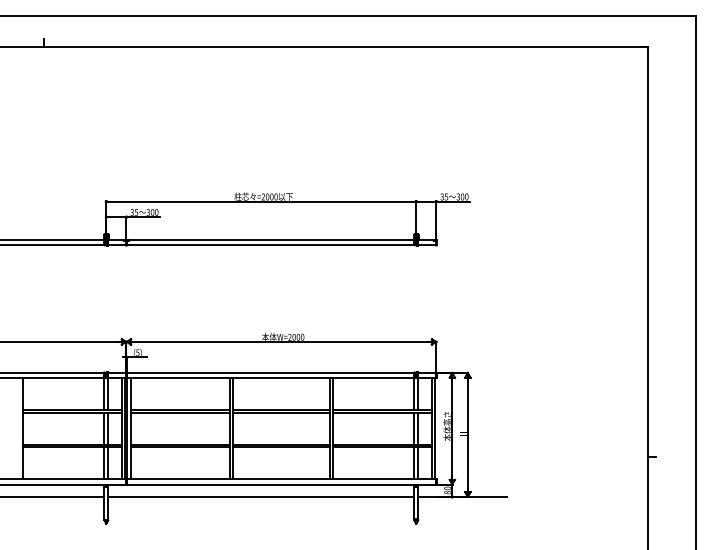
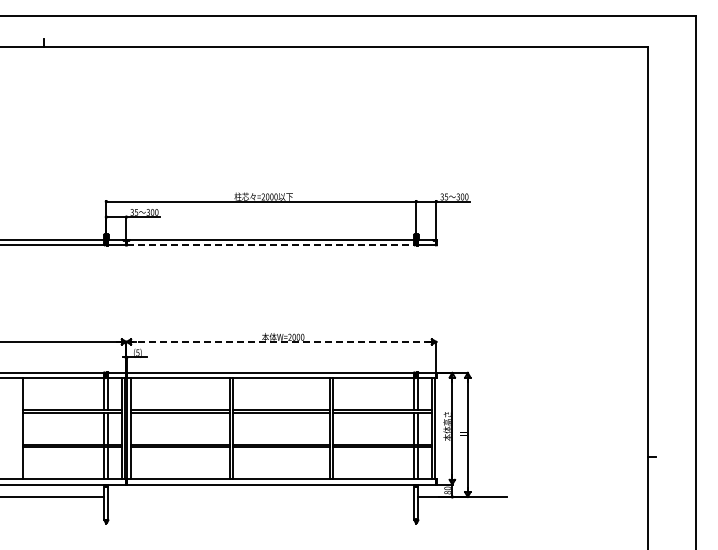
line at (270, 245): solid -> dashed
line at (281, 341): solid -> dashed
line at (261, 496): present -> none
